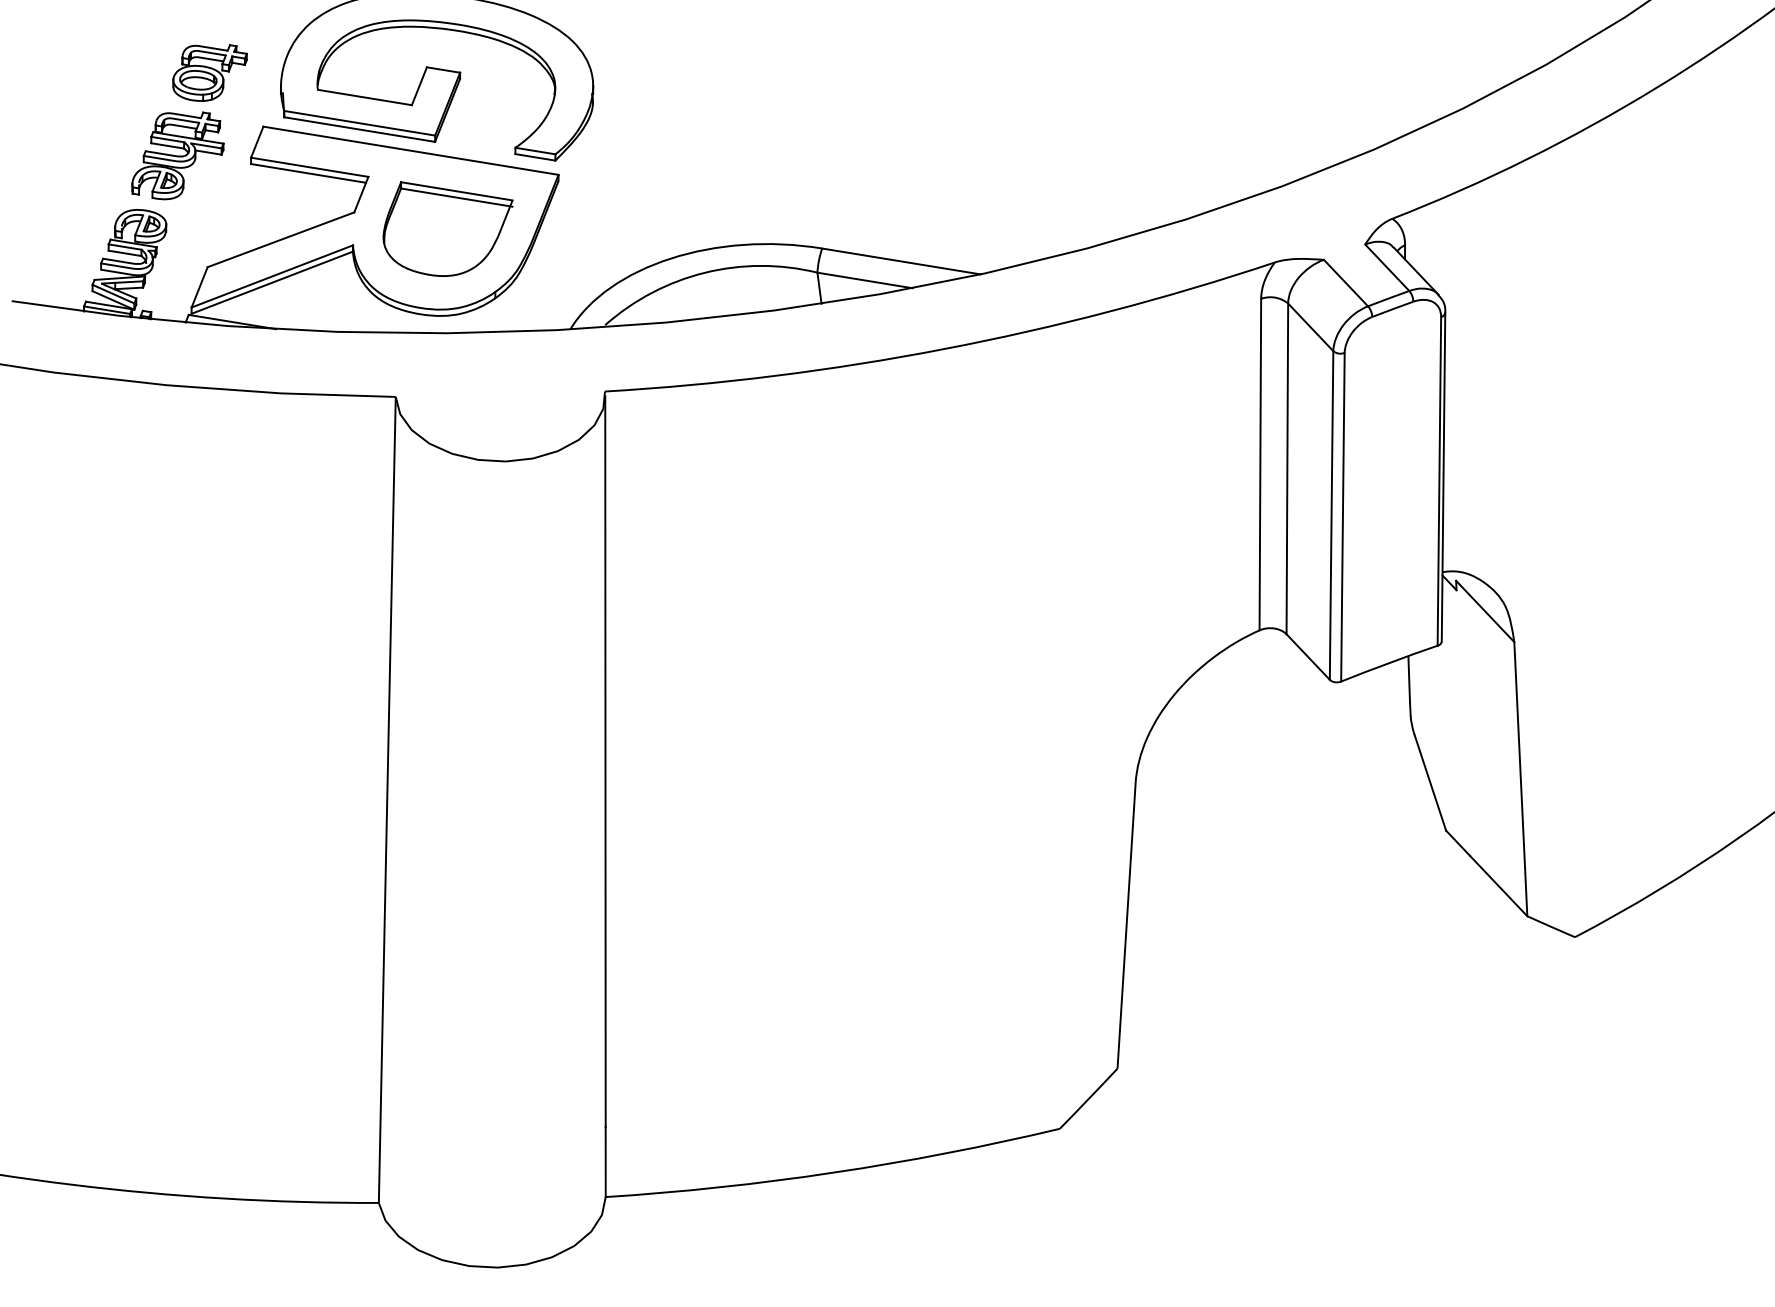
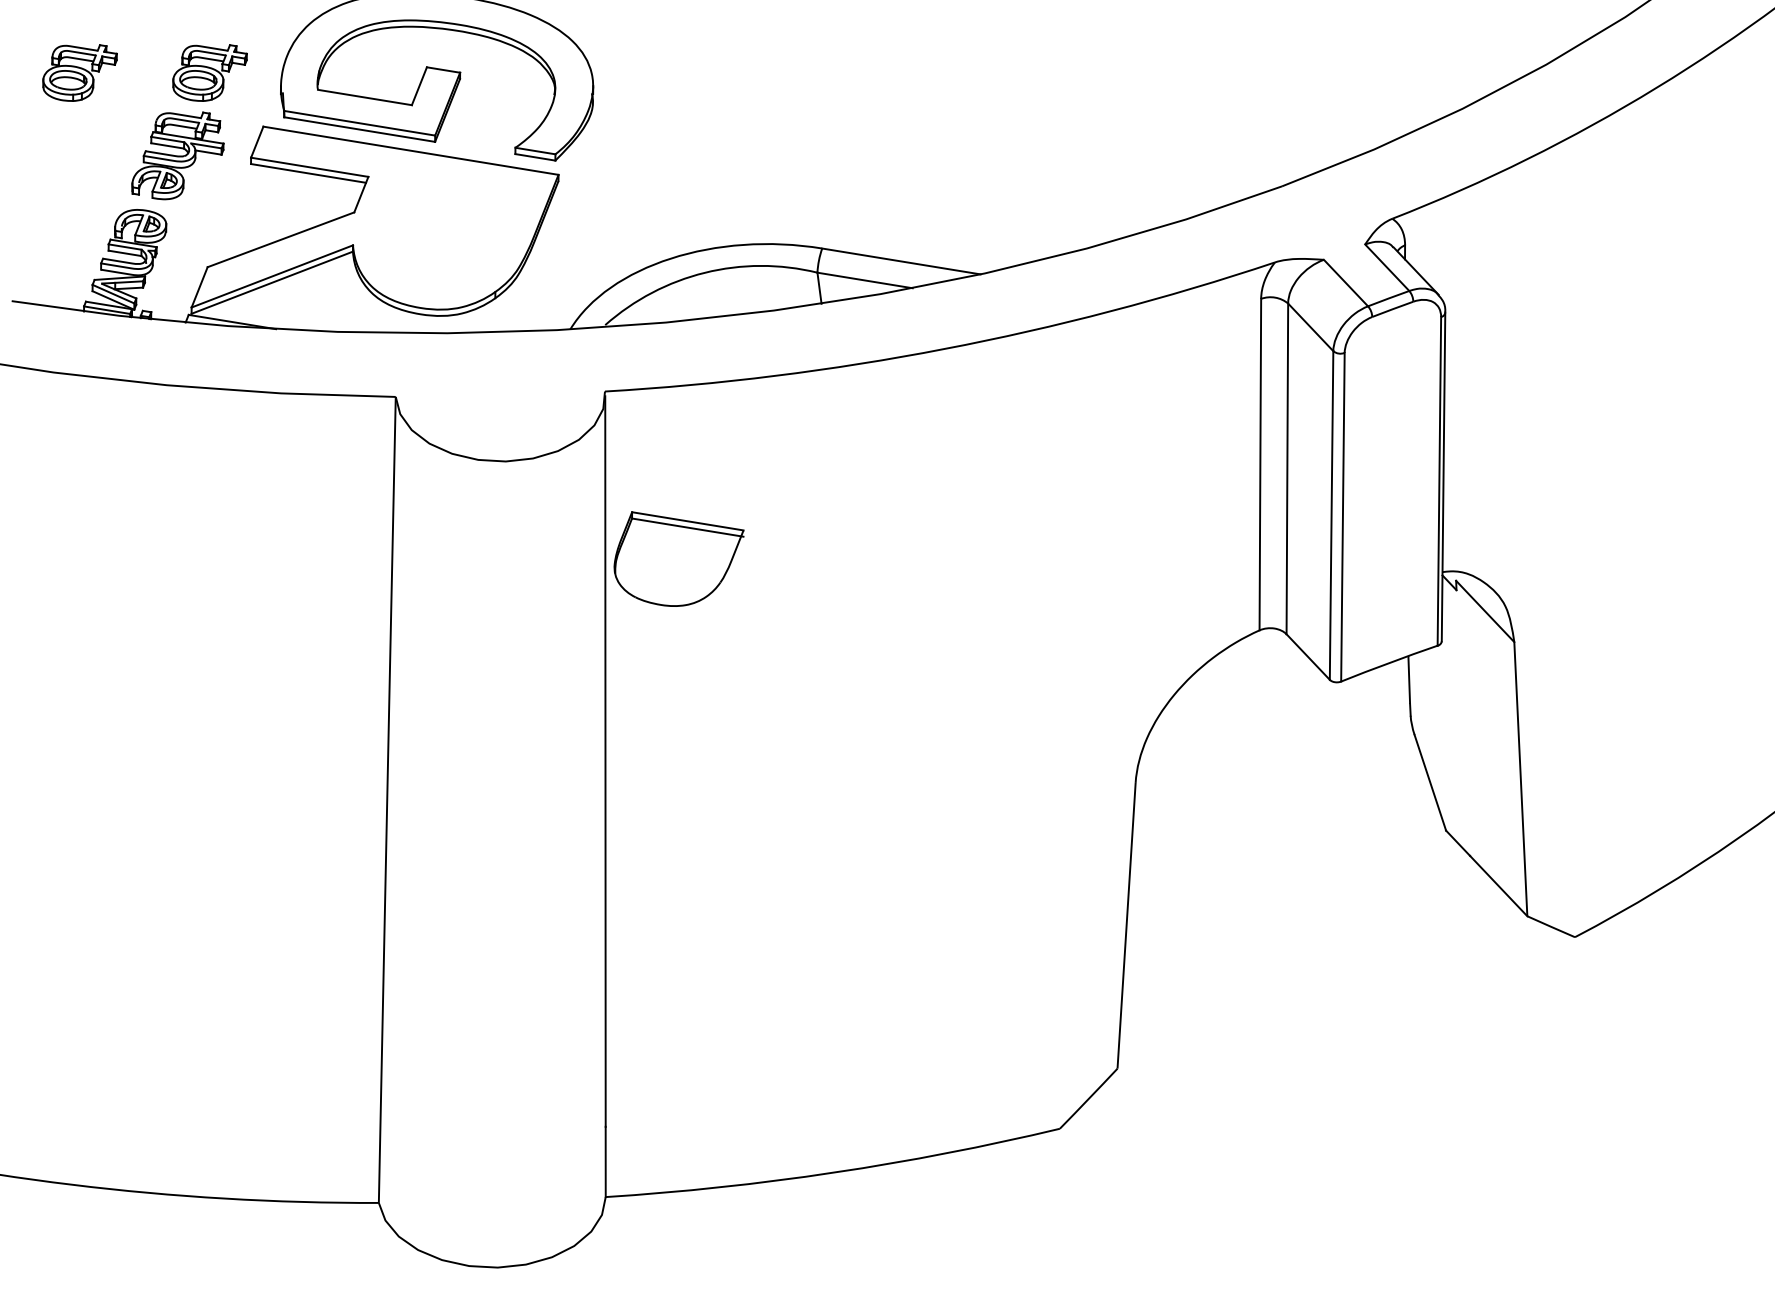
part at (79, 72): none -> present
part at (447, 228) position: (447, 228) -> (678, 558)
